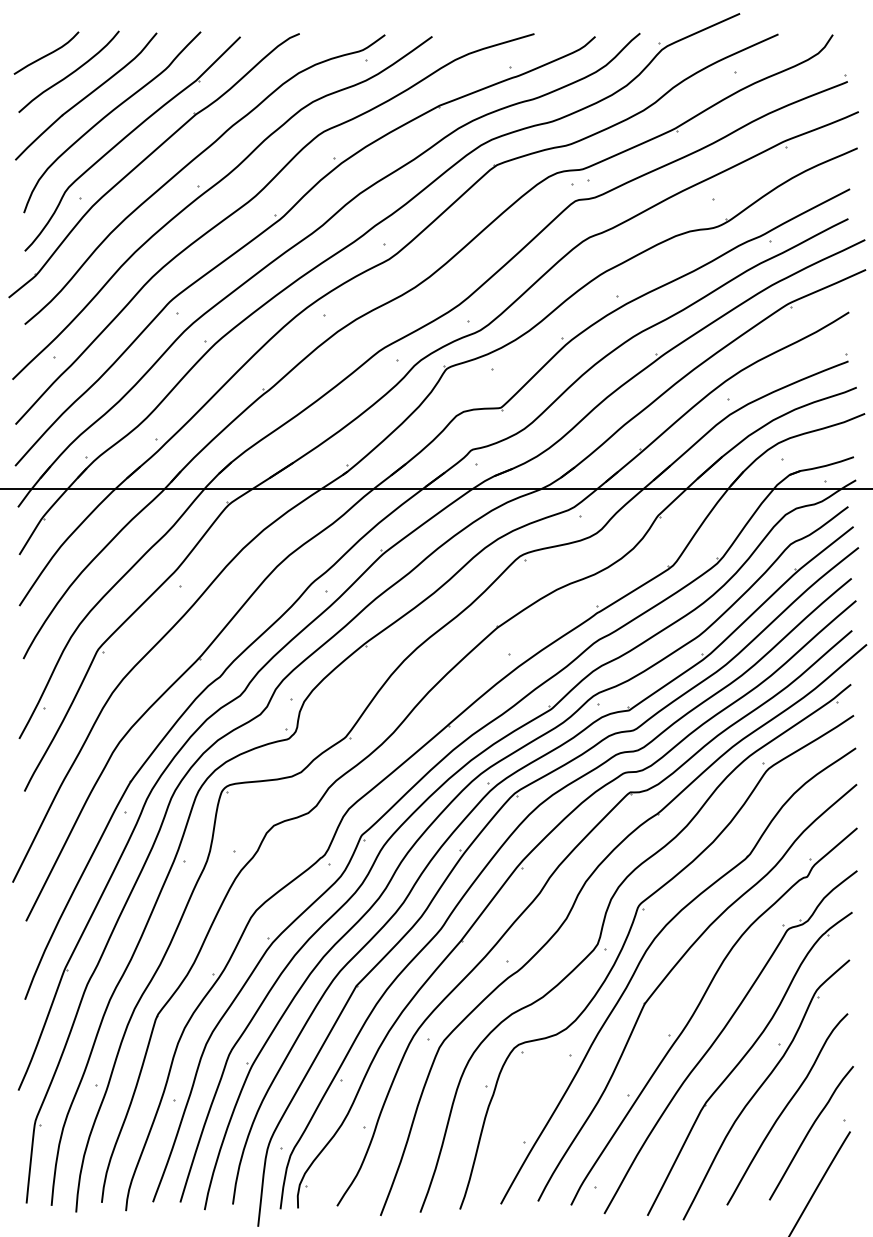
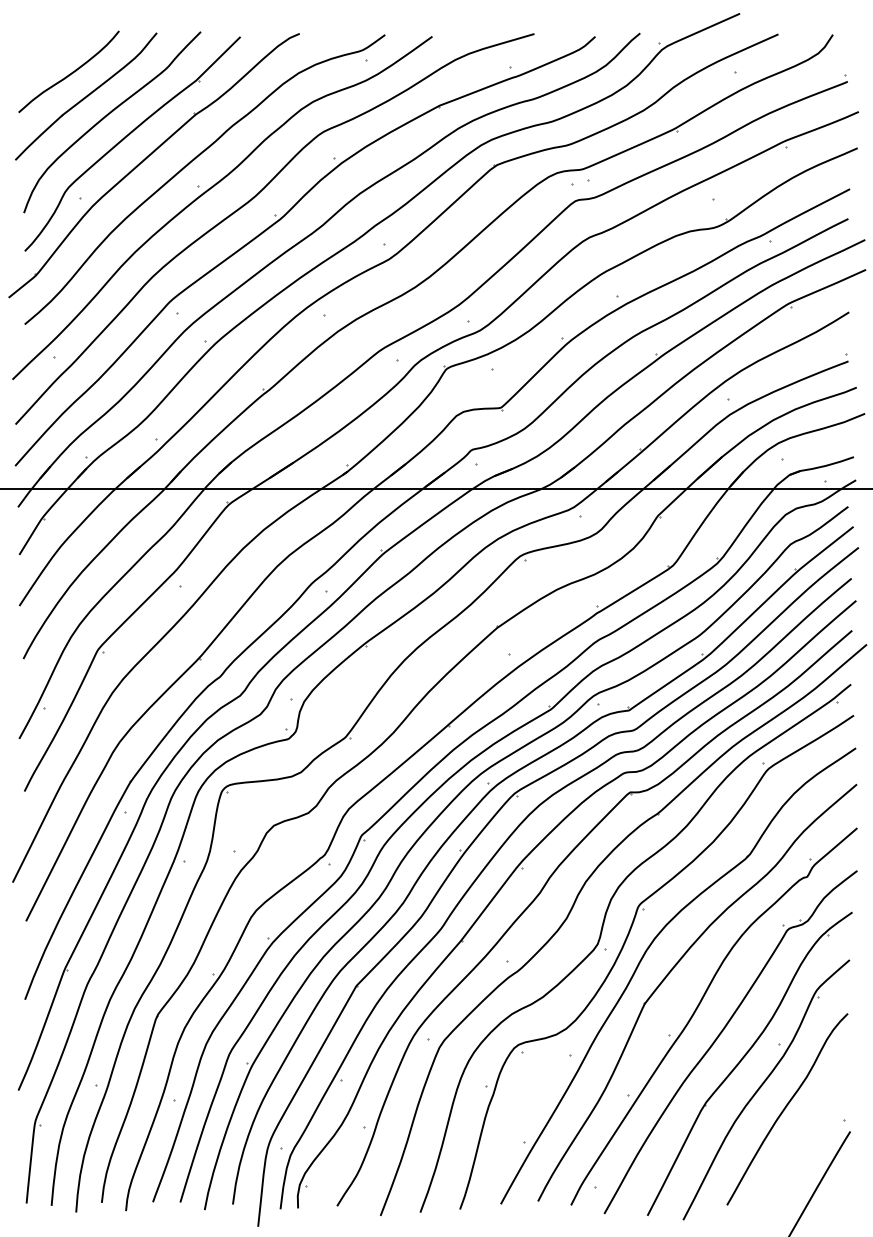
curve at (46, 54): present -> none
curve at (809, 1132): present -> none
